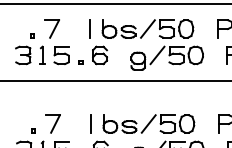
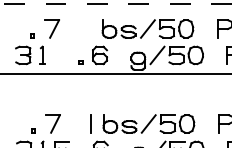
line at (116, 3): solid -> dashed
line at (89, 28): present -> none
part at (61, 55): present -> none
line at (115, 81) position: (115, 81) -> (115, 74)
